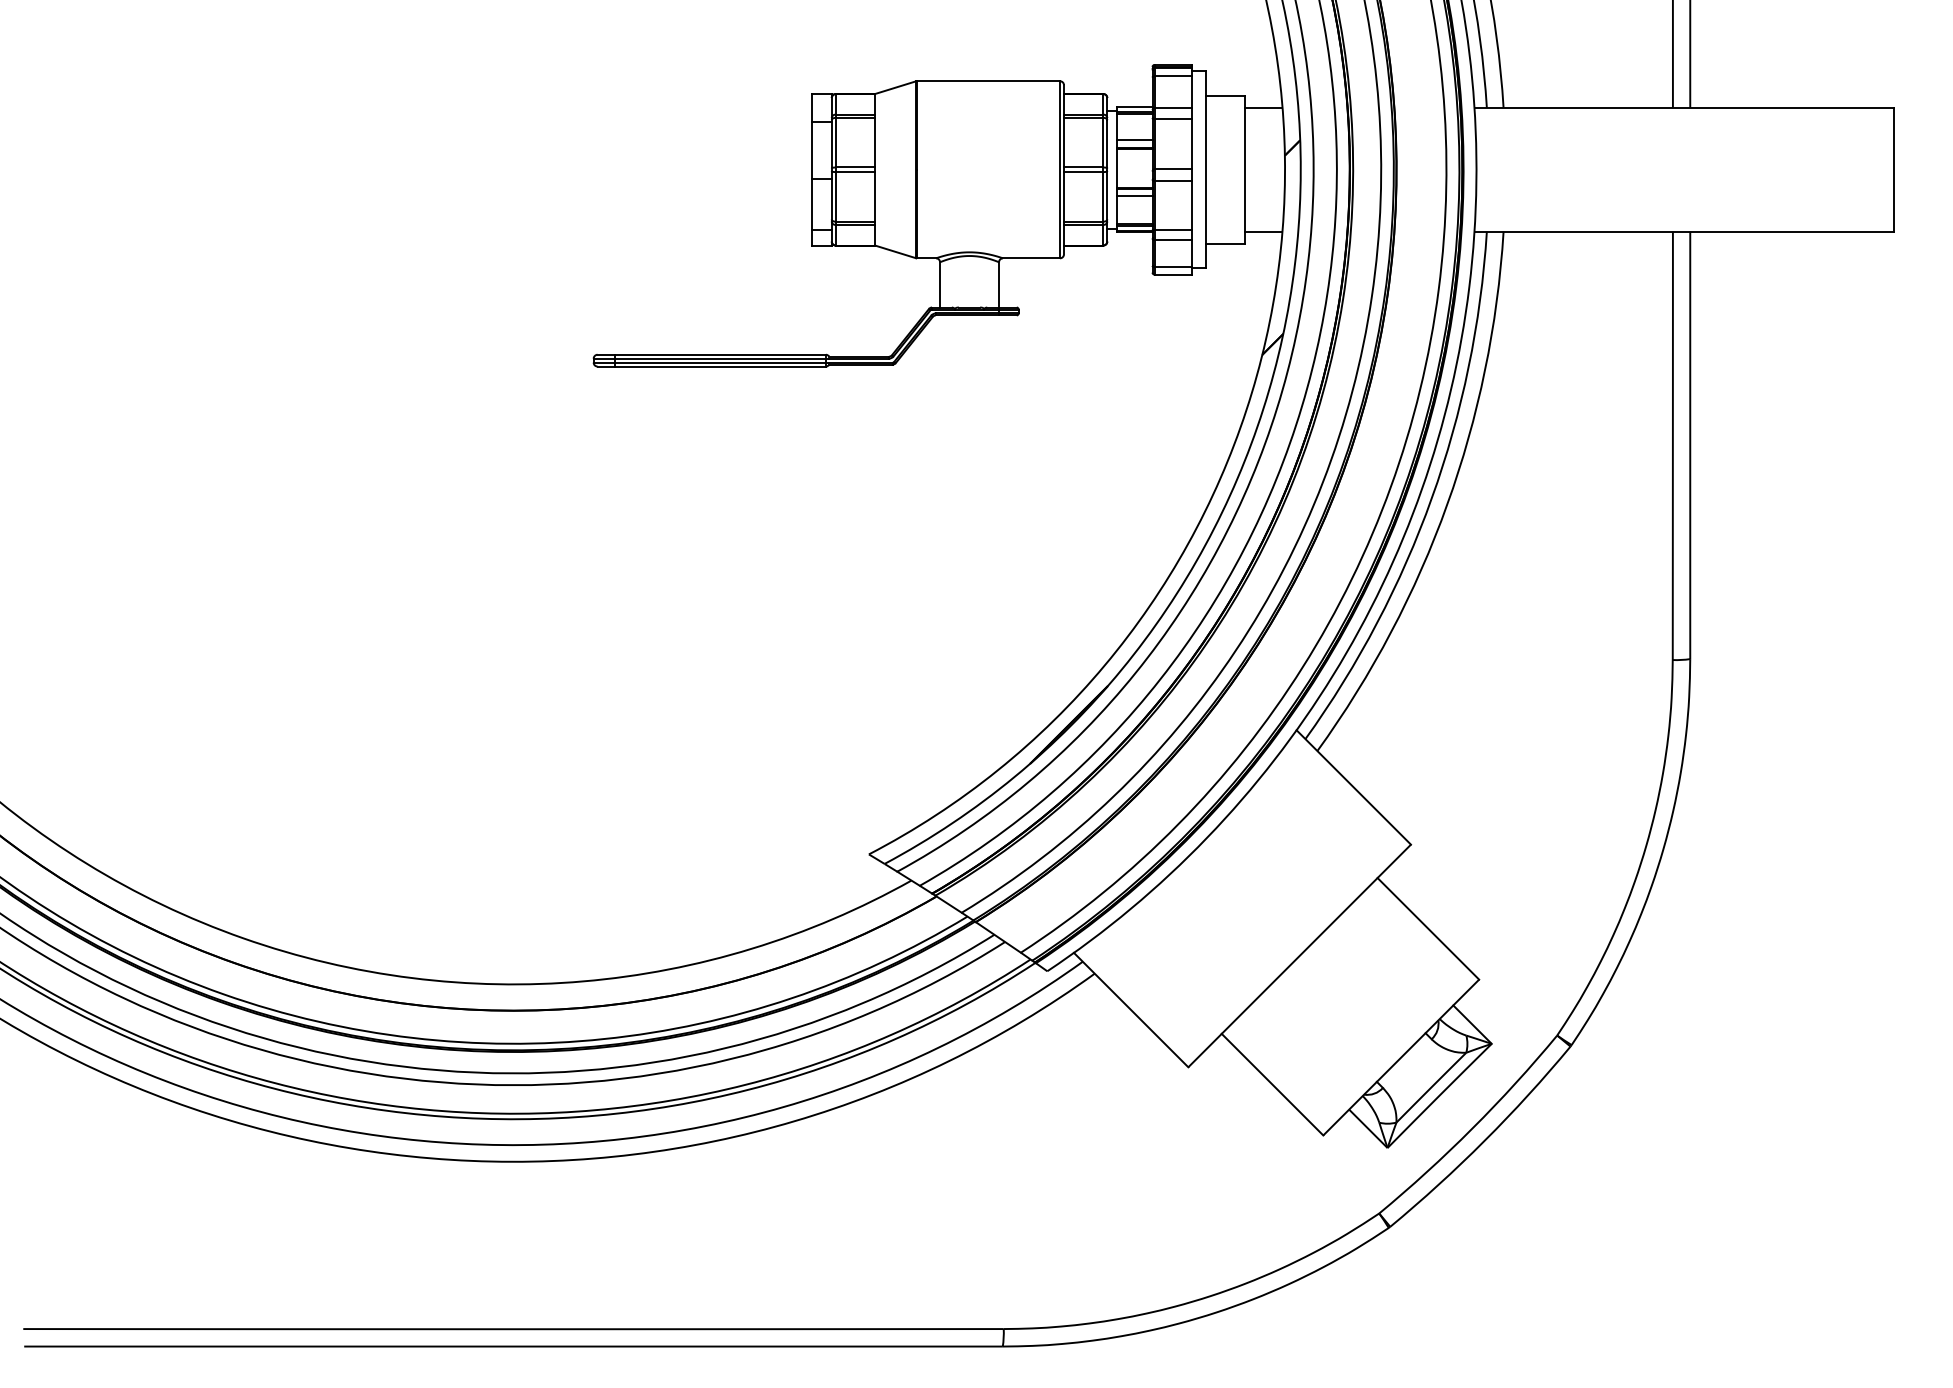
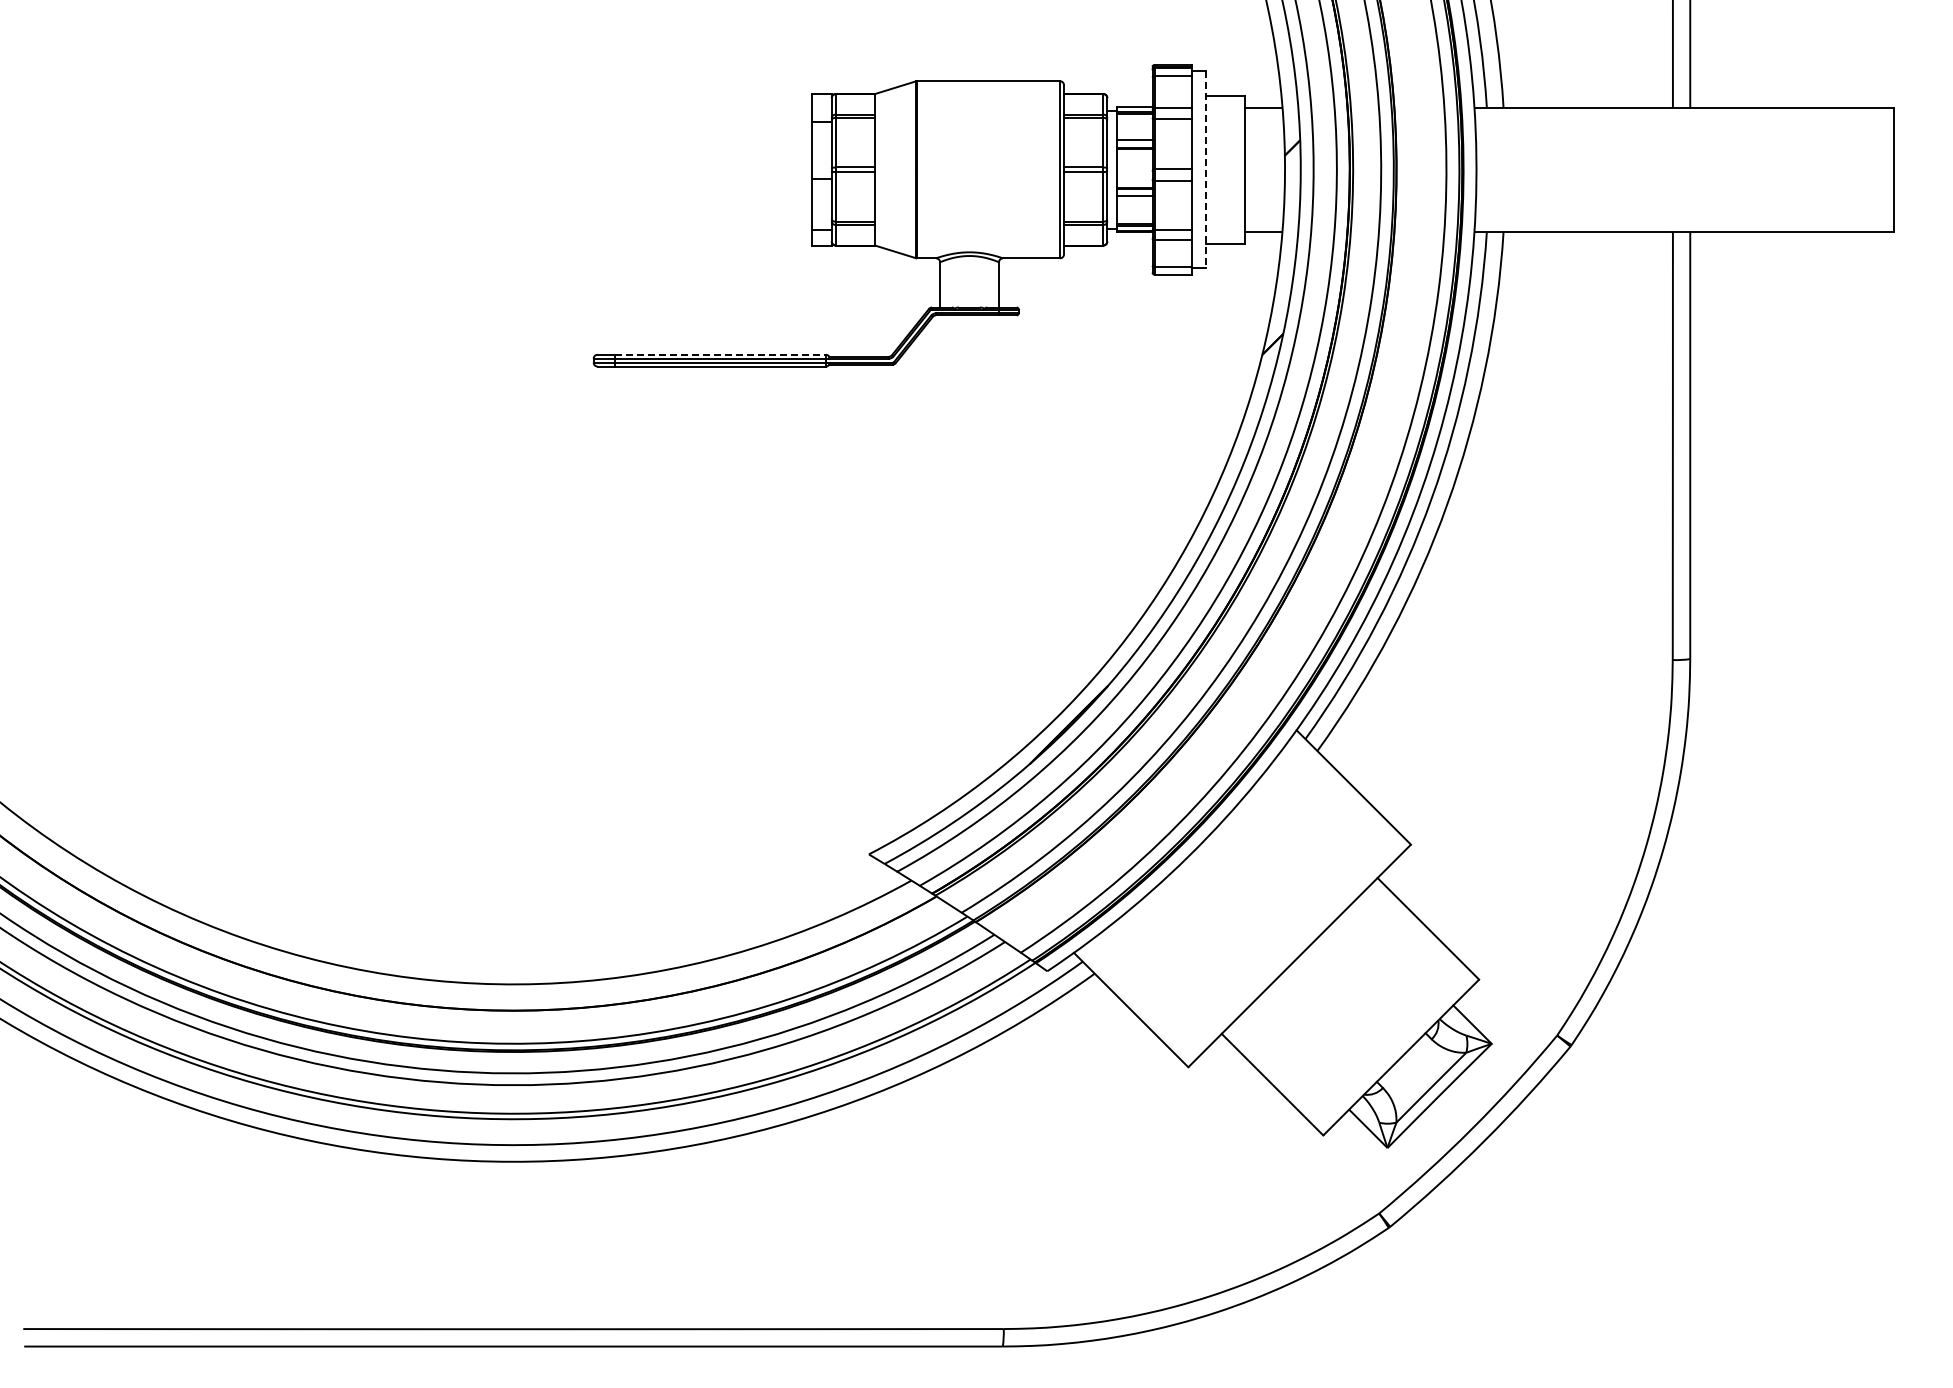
line at (1205, 170): solid -> dashed
line at (721, 354): solid -> dashed
